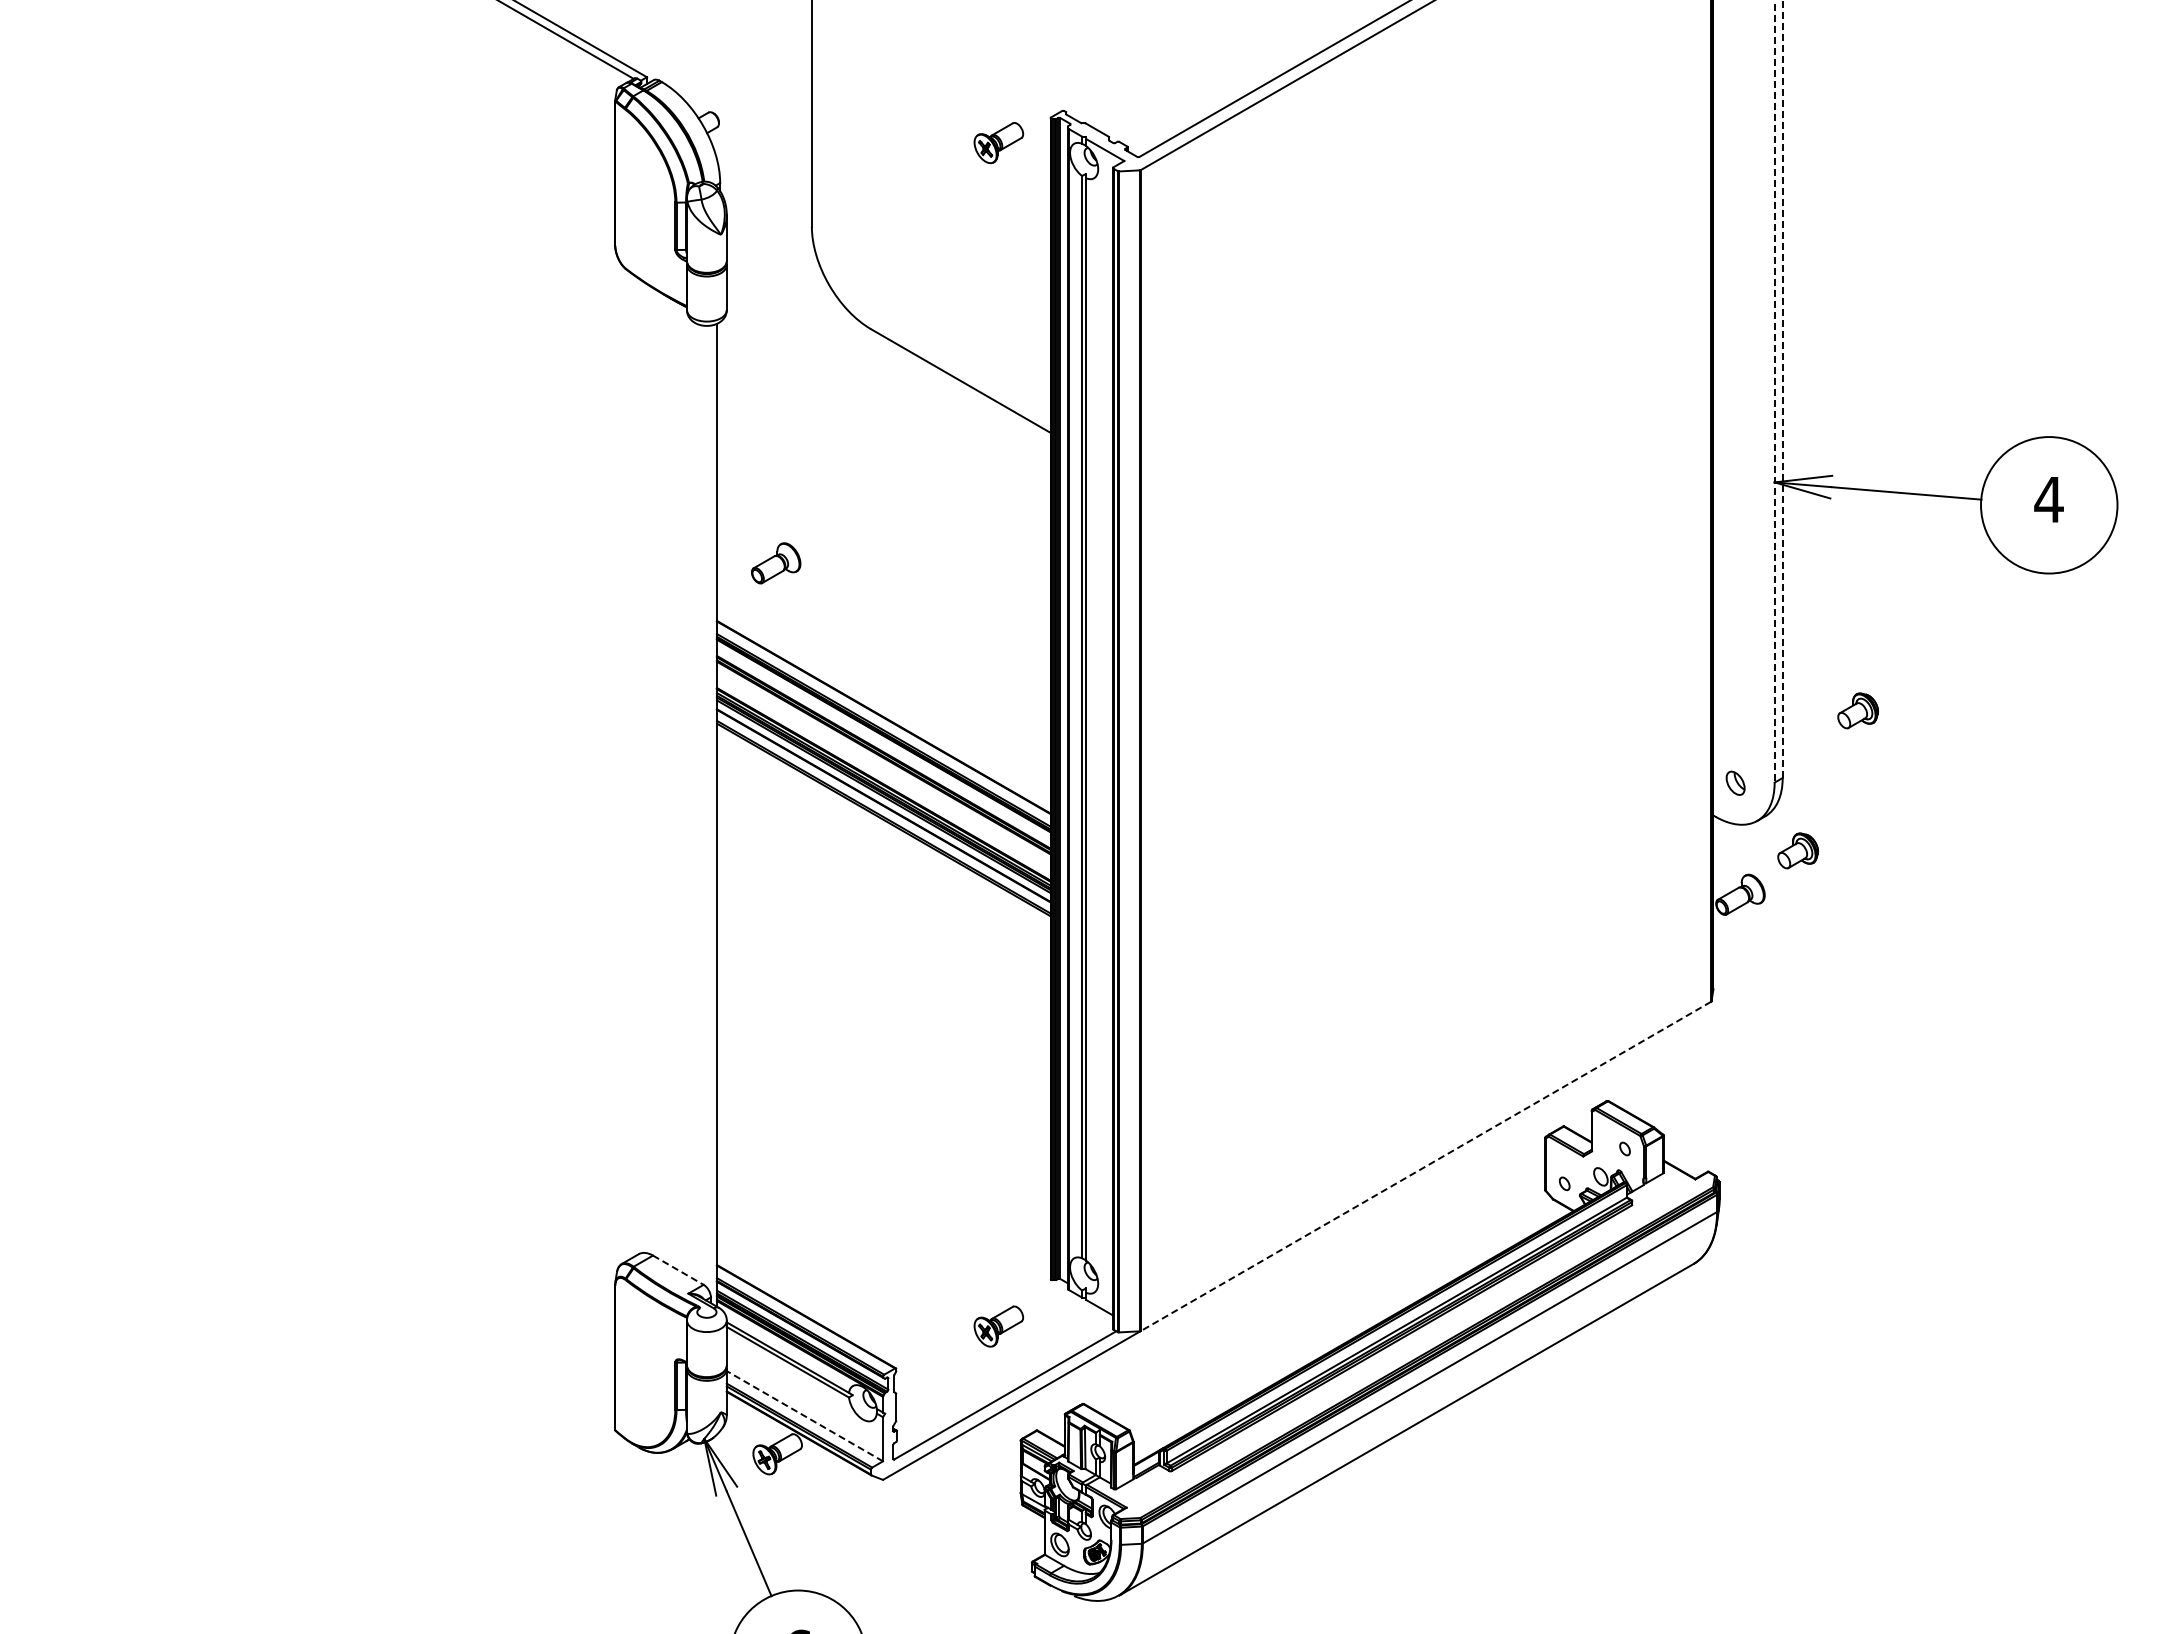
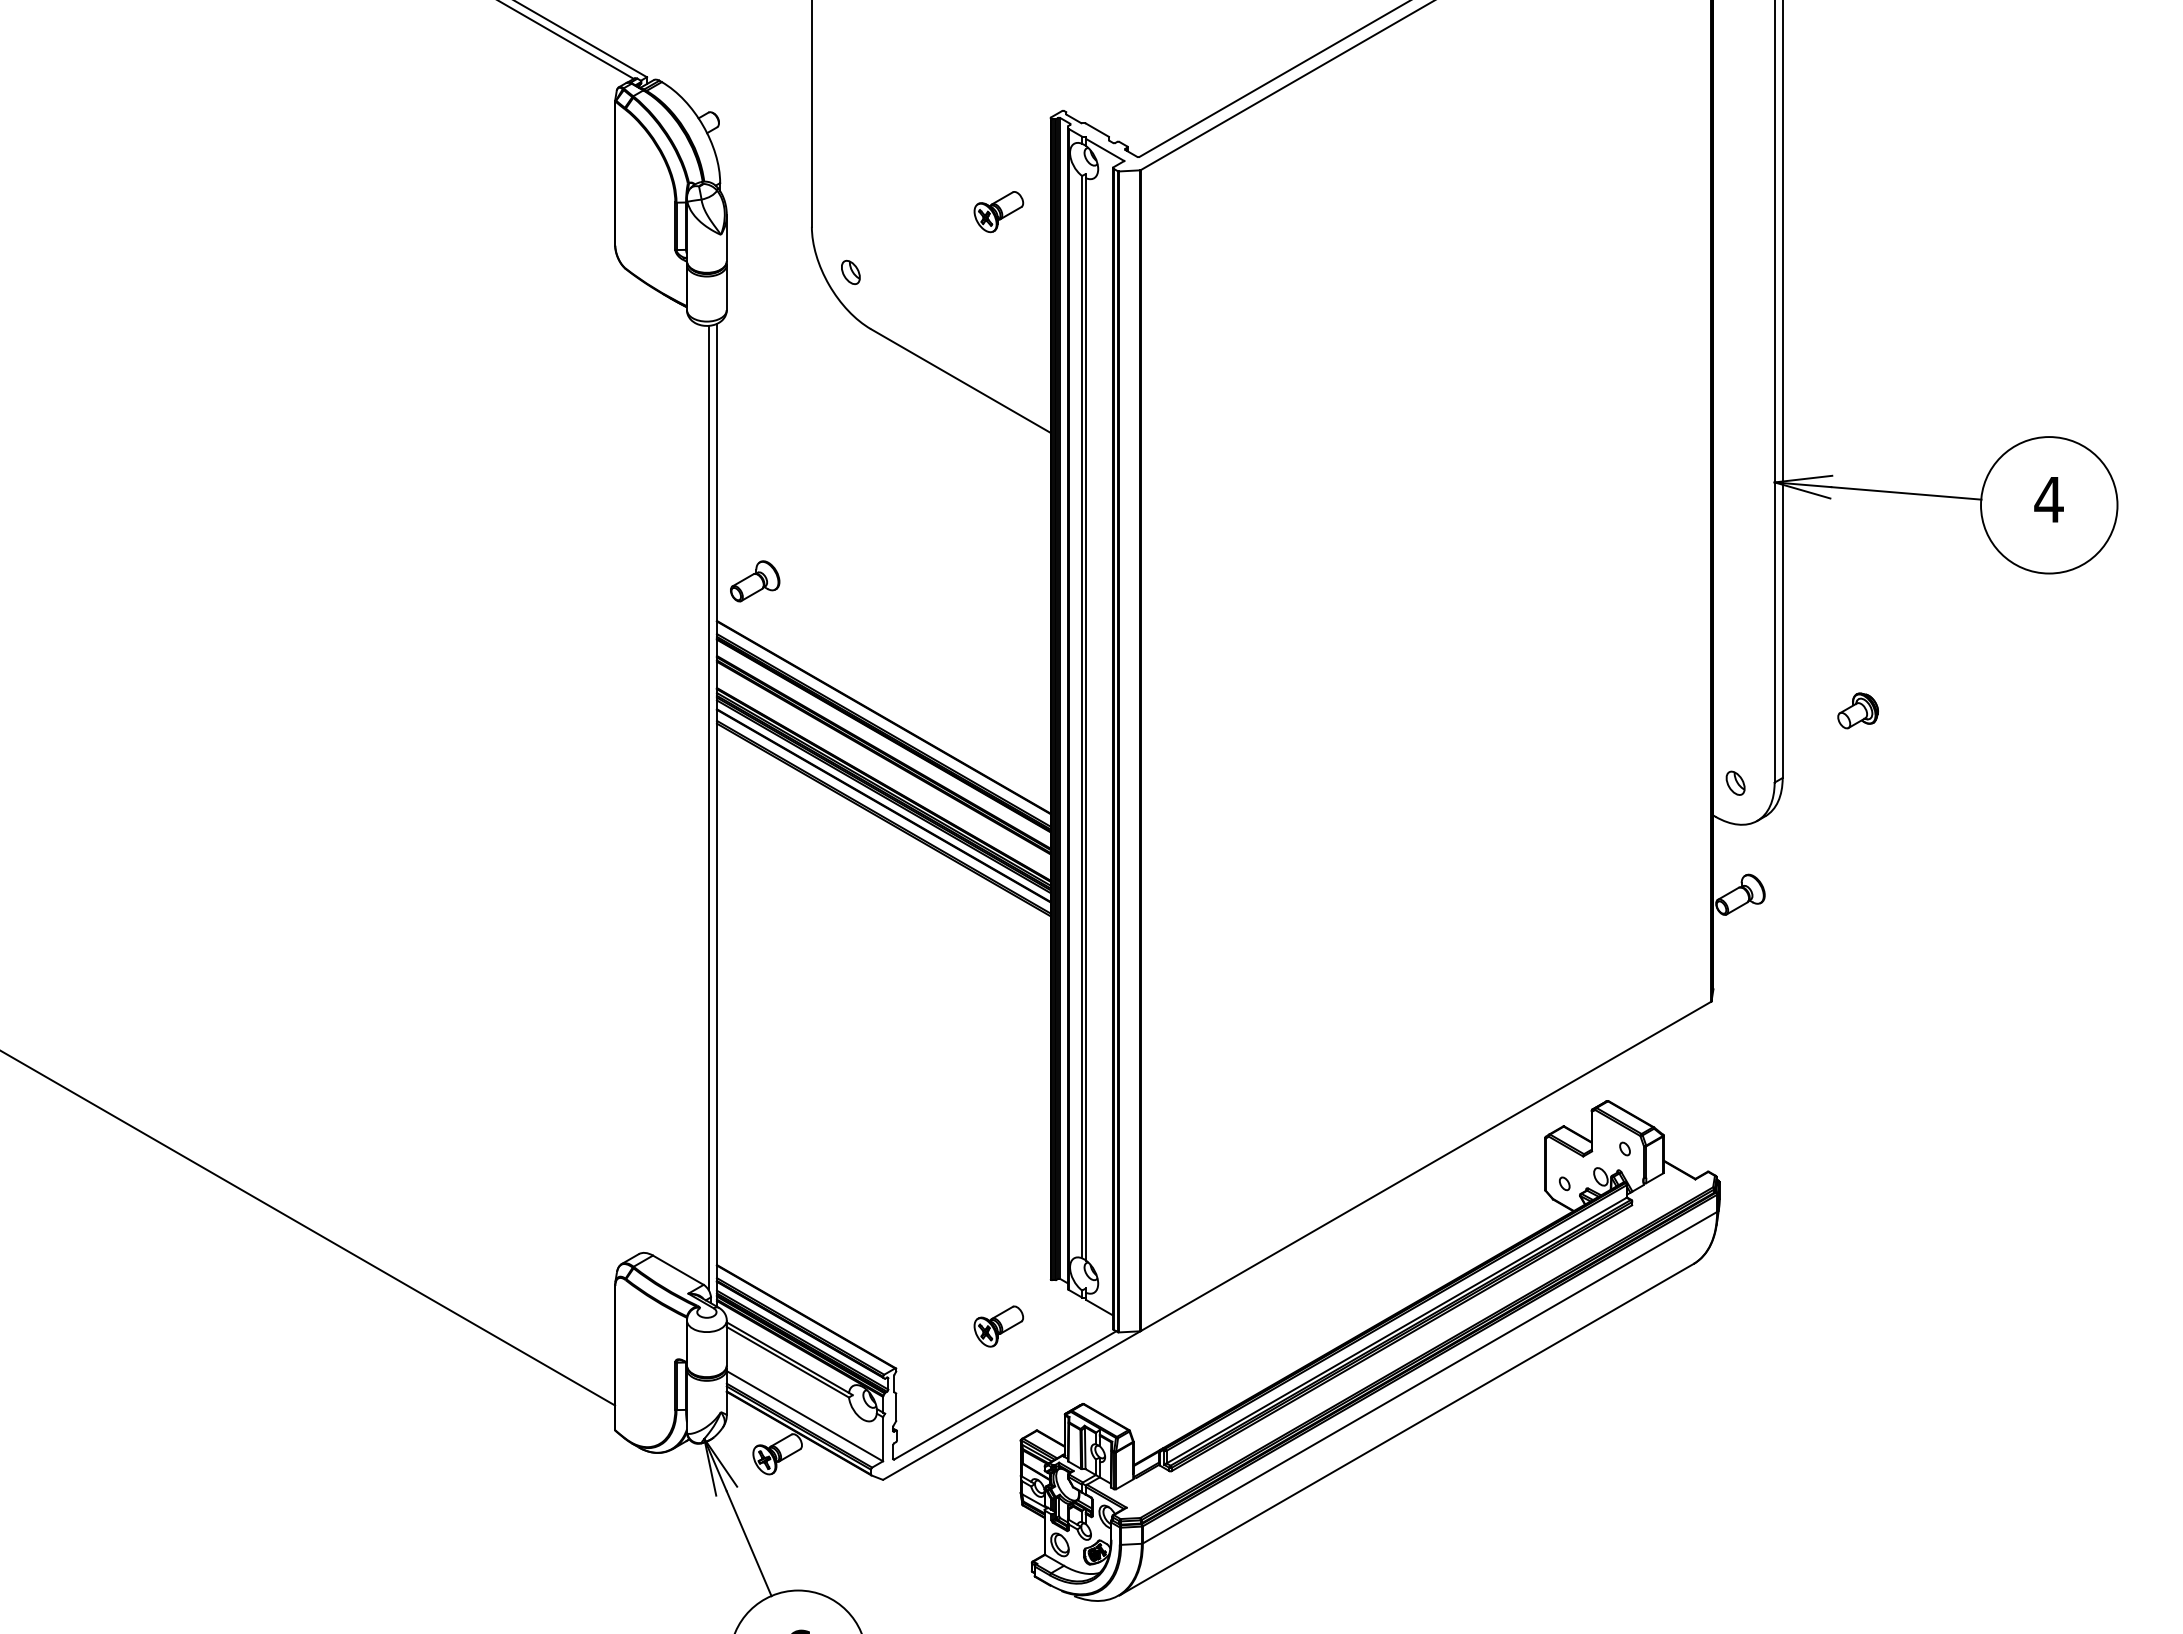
part at (998, 143) position: (998, 143) -> (998, 212)
part at (850, 271): none -> present
line at (1782, 389): dashed -> solid
line at (1774, 391): dashed -> solid
part at (776, 563) position: (776, 563) -> (755, 581)
line at (708, 807): none -> present
part at (1797, 850): present -> none
line at (1425, 1166): dashed -> solid
line at (308, 1228): none -> present
line at (678, 1270): dashed -> solid
line at (804, 1415): dashed -> solid
